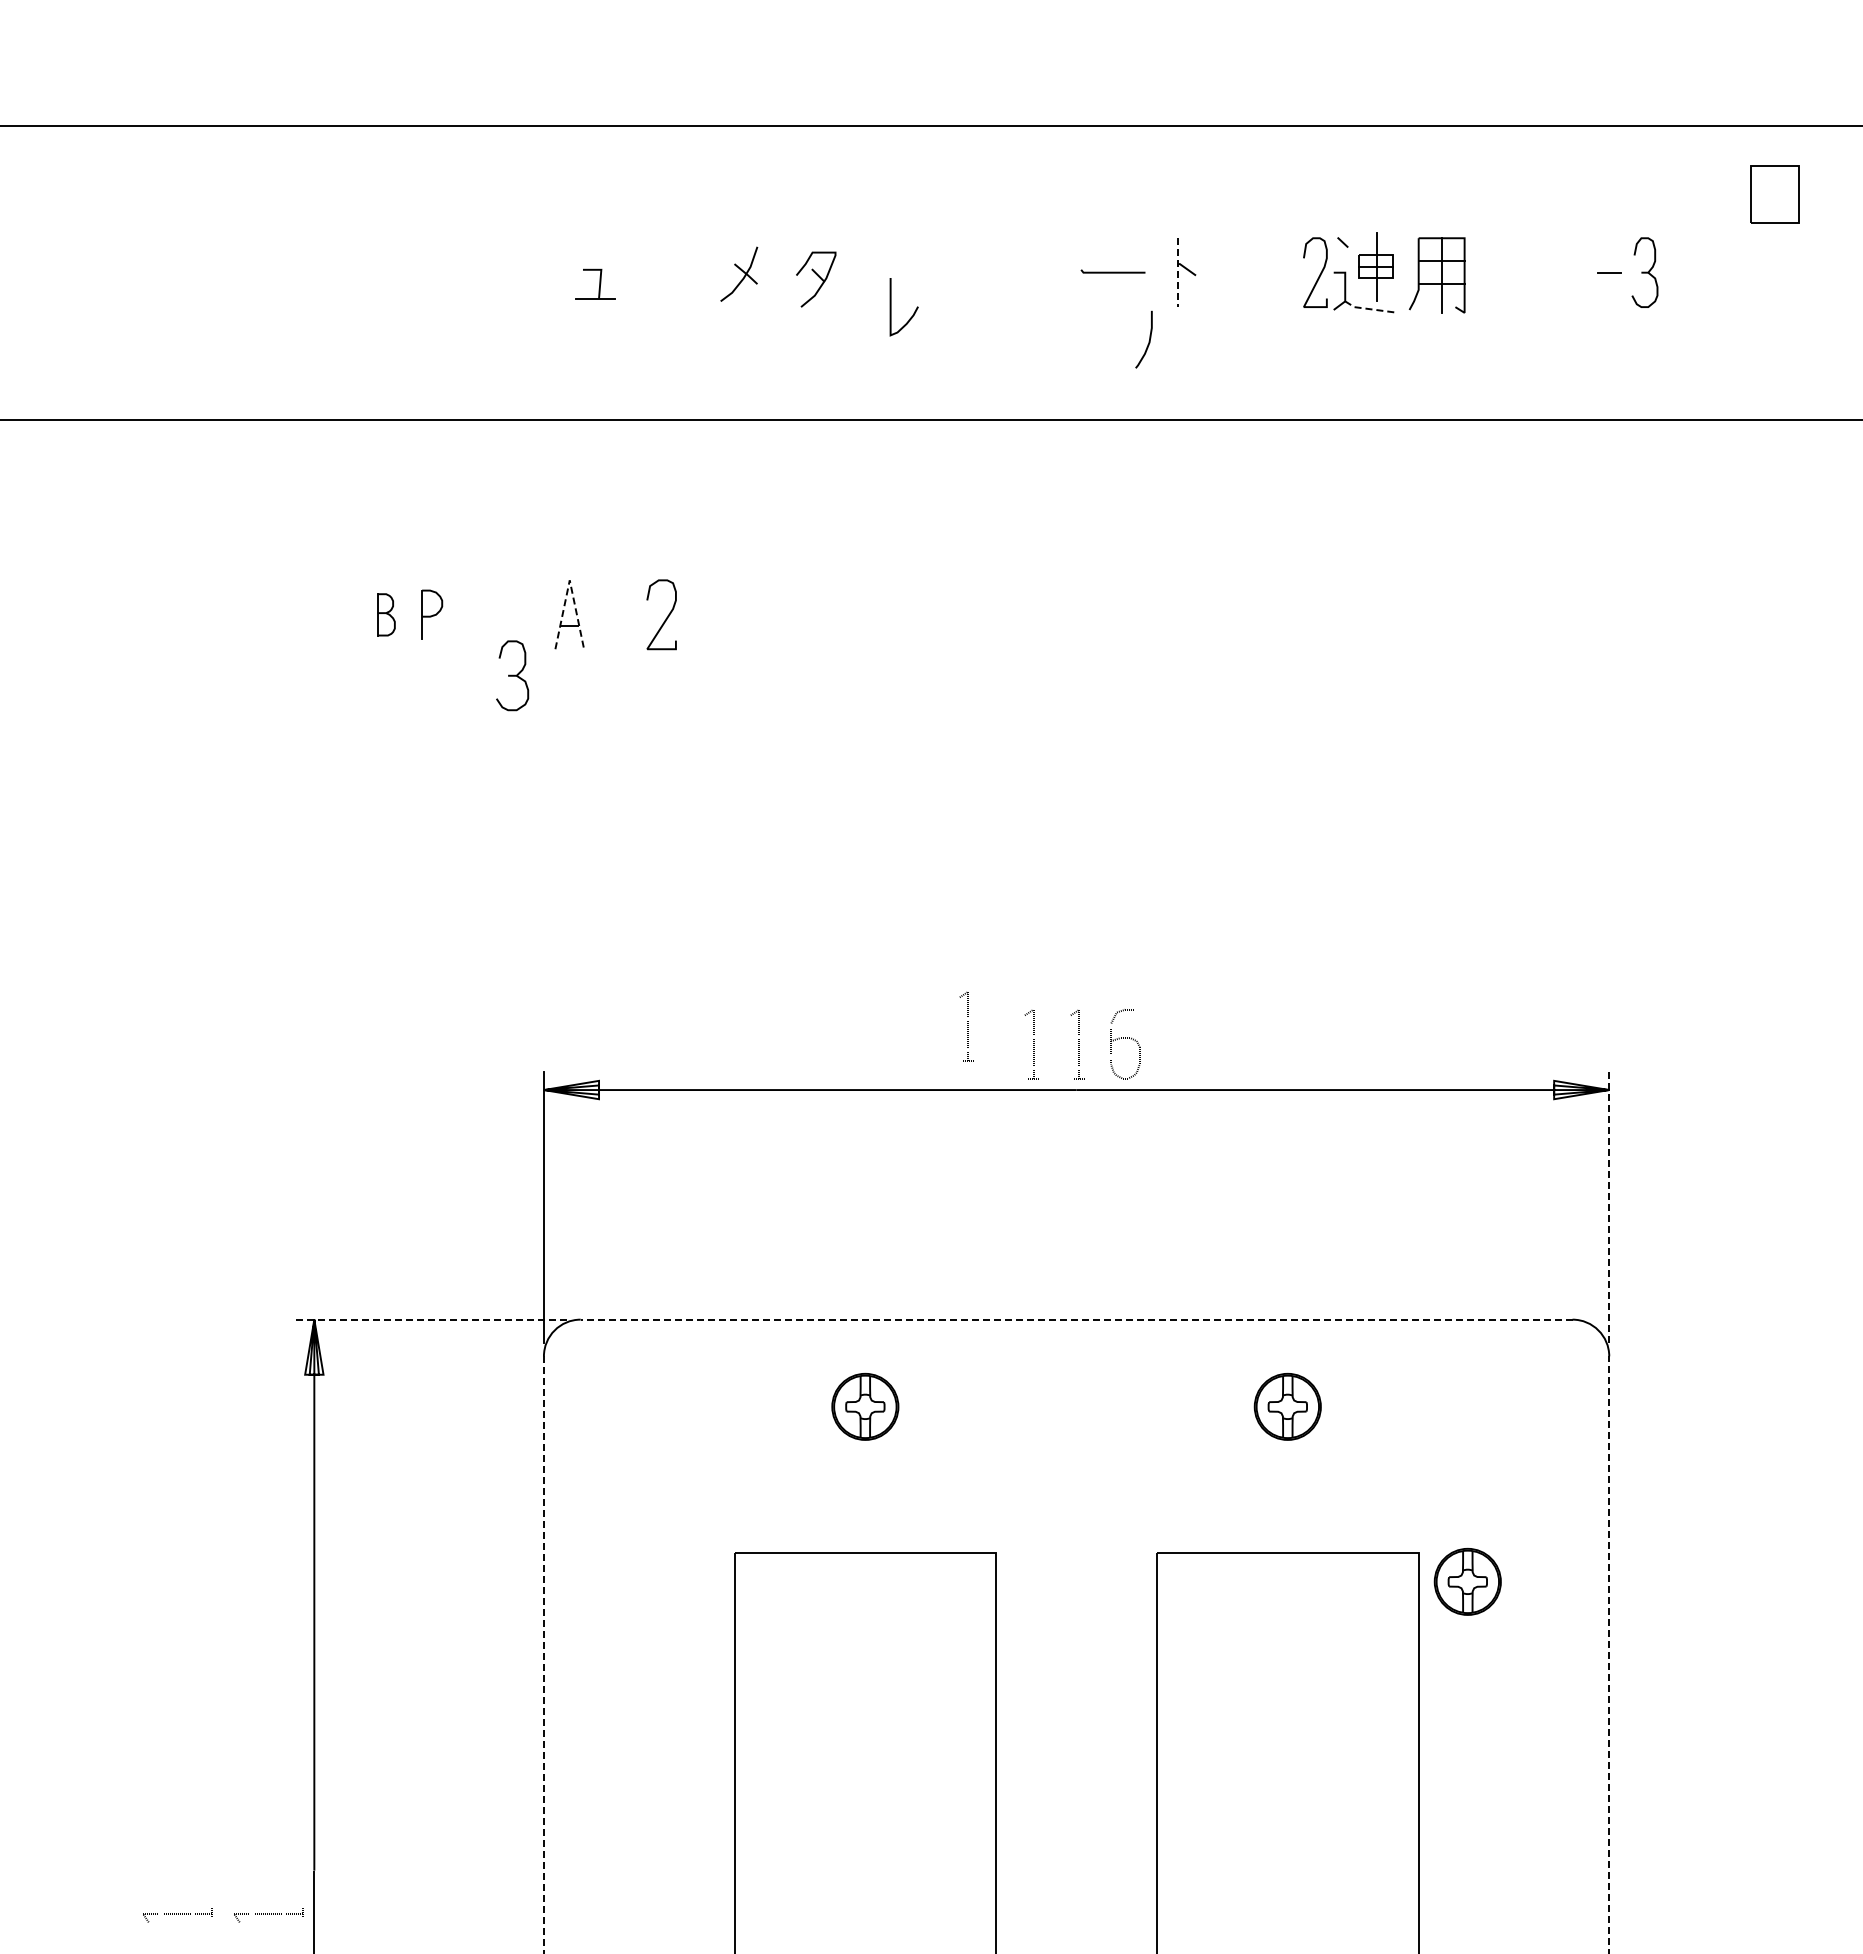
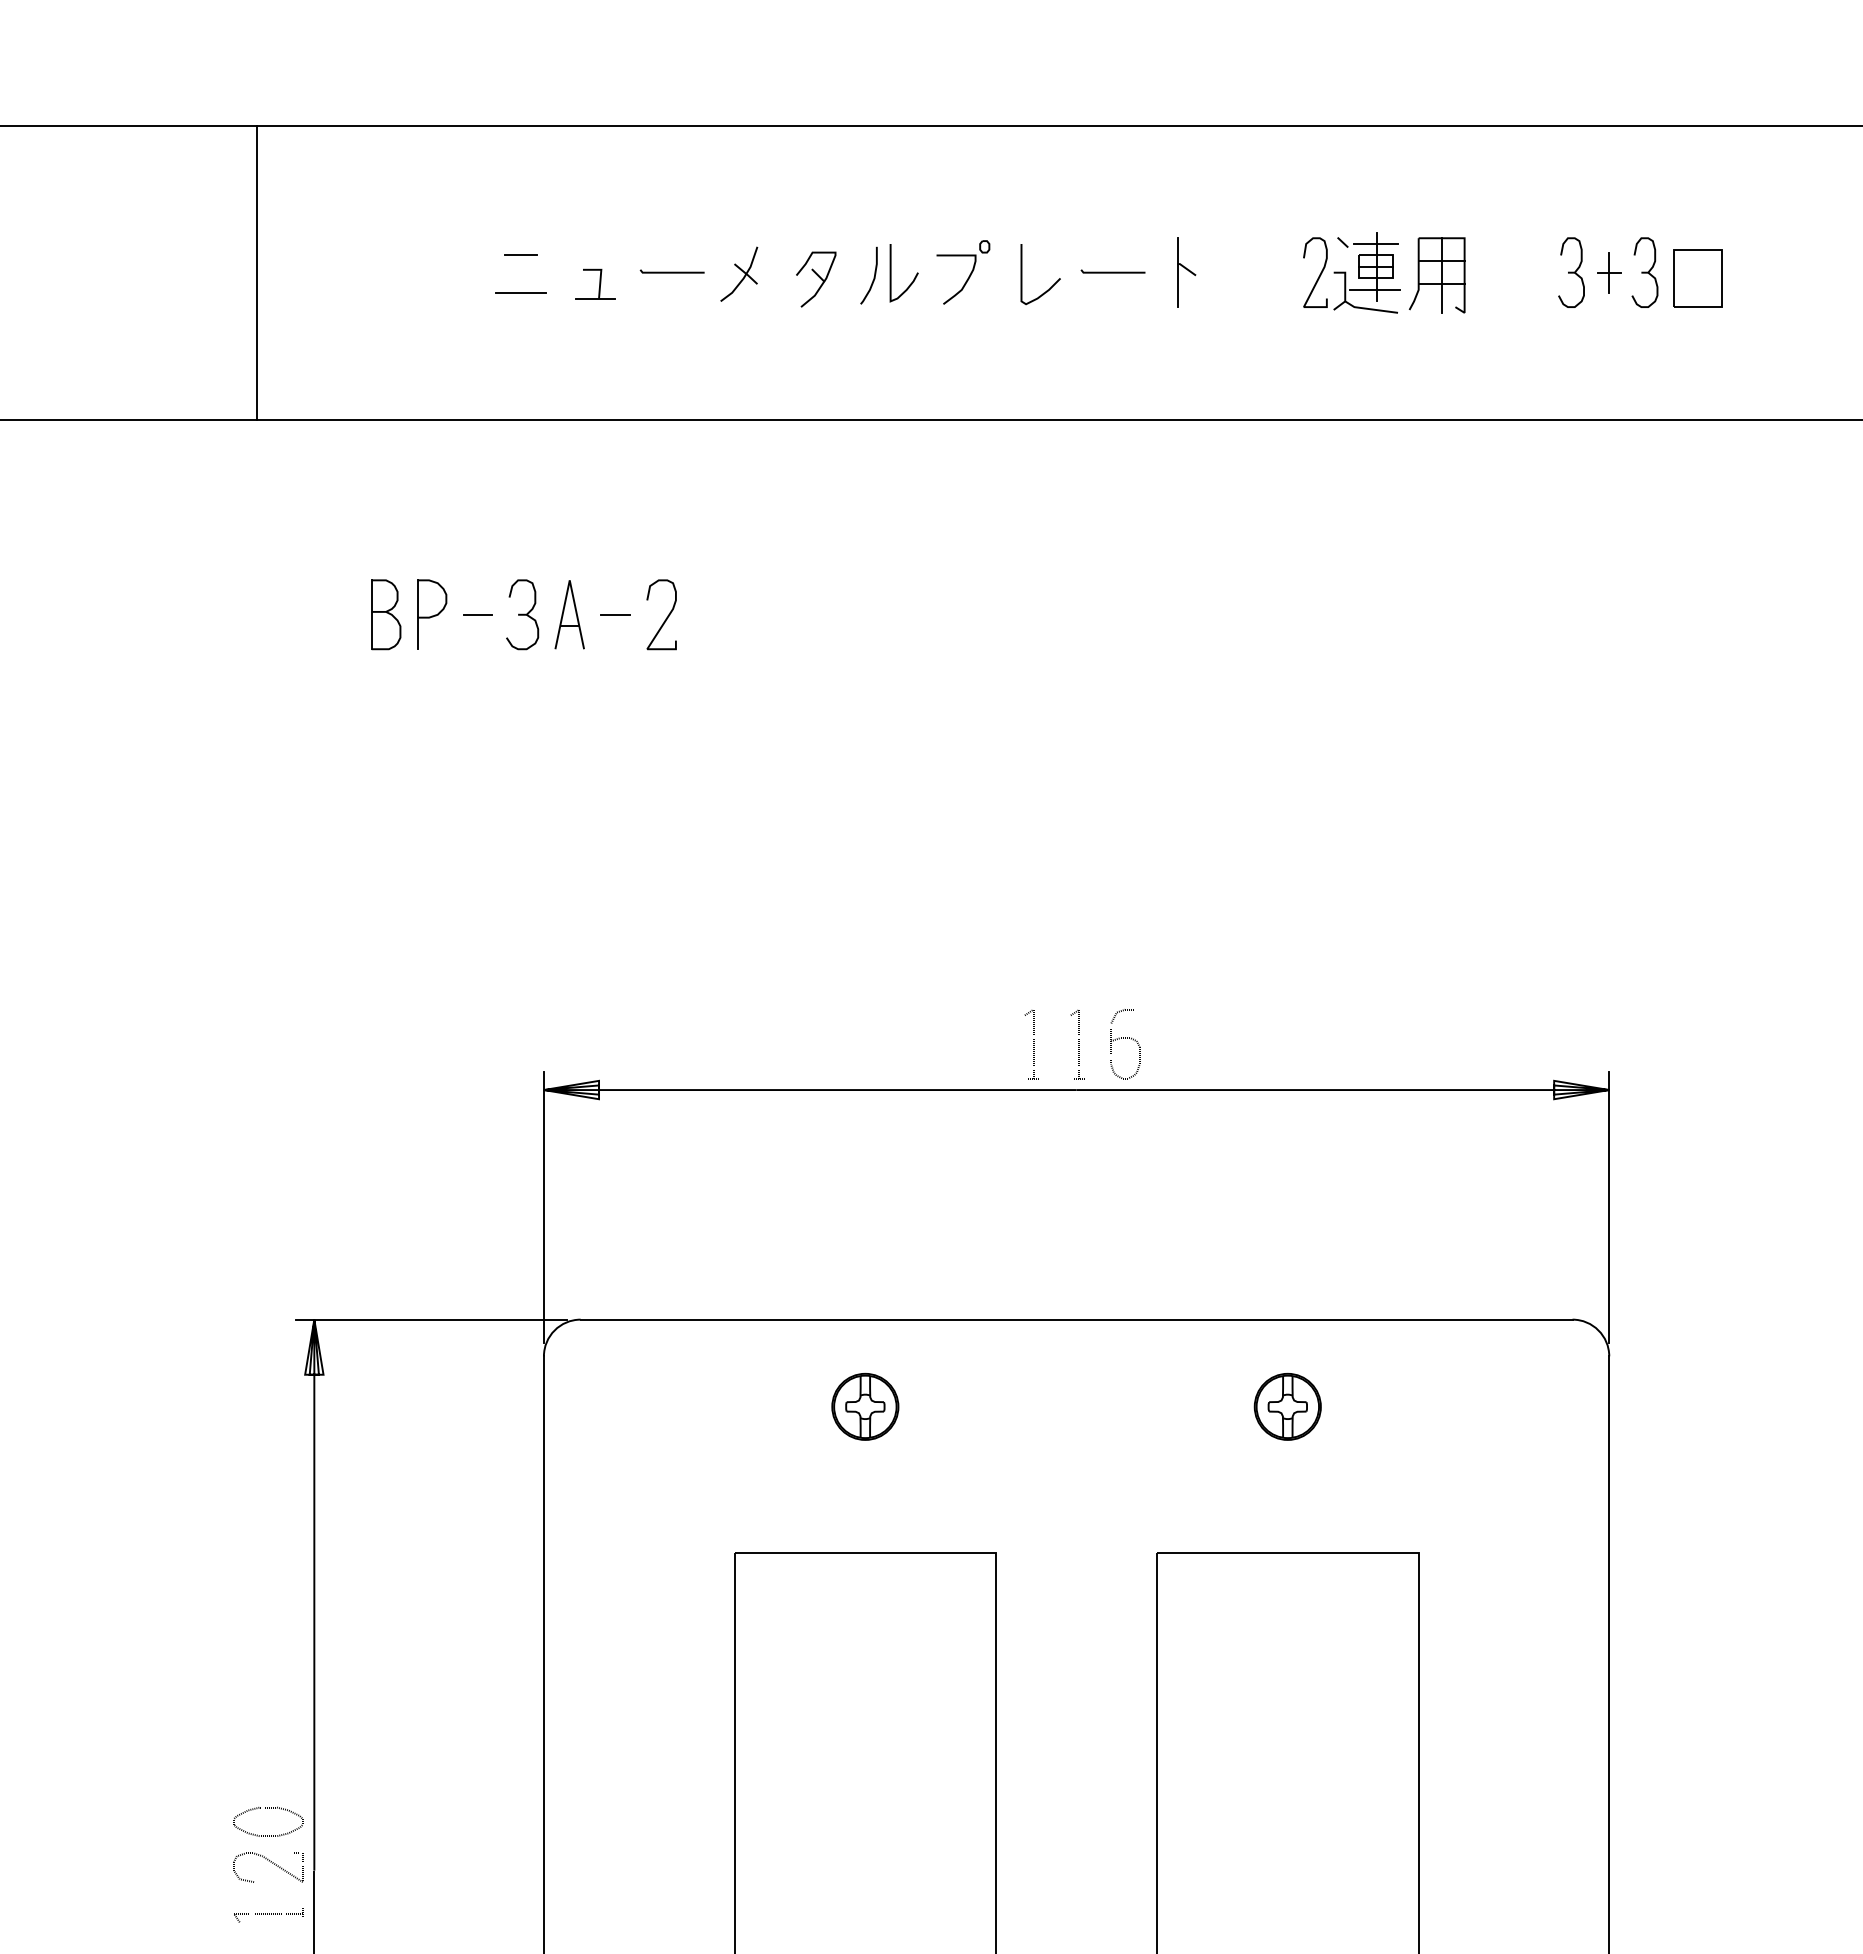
part at (1774, 194) position: (1774, 194) -> (1697, 278)
line at (1376, 243): none -> present
line at (520, 255): none -> present
line at (671, 271): none -> present
line at (256, 272): none -> present
part at (1571, 272): none -> present
line at (1609, 272): none -> present
line at (1177, 273): dashed -> solid
part at (969, 274): none -> present
curve at (1052, 285): none -> present
line at (1374, 289): none -> present
line at (520, 292): none -> present
line at (1370, 309): dashed -> solid
curve at (913, 313) position: (913, 313) -> (913, 279)
curve at (1148, 341) position: (1148, 341) -> (873, 277)
line at (569, 580): dashed -> solid
part at (386, 614) size: 19x44 px -> 31x72 px
part at (432, 614) size: 23x51 px -> 31x71 px
line at (477, 614): none -> present
line at (615, 614): none -> present
part at (512, 675) position: (512, 675) -> (522, 614)
part at (966, 1026): present -> none
line at (1609, 1206): dashed -> solid
line at (430, 1319): dashed -> solid
line at (1076, 1319): dashed -> solid
part at (1467, 1581): present -> none
line at (1609, 1654): dashed -> solid
line at (543, 1655): dashed -> solid
part at (267, 1808): none -> present
curve at (270, 1862): none -> present
part at (177, 1915): present -> none
